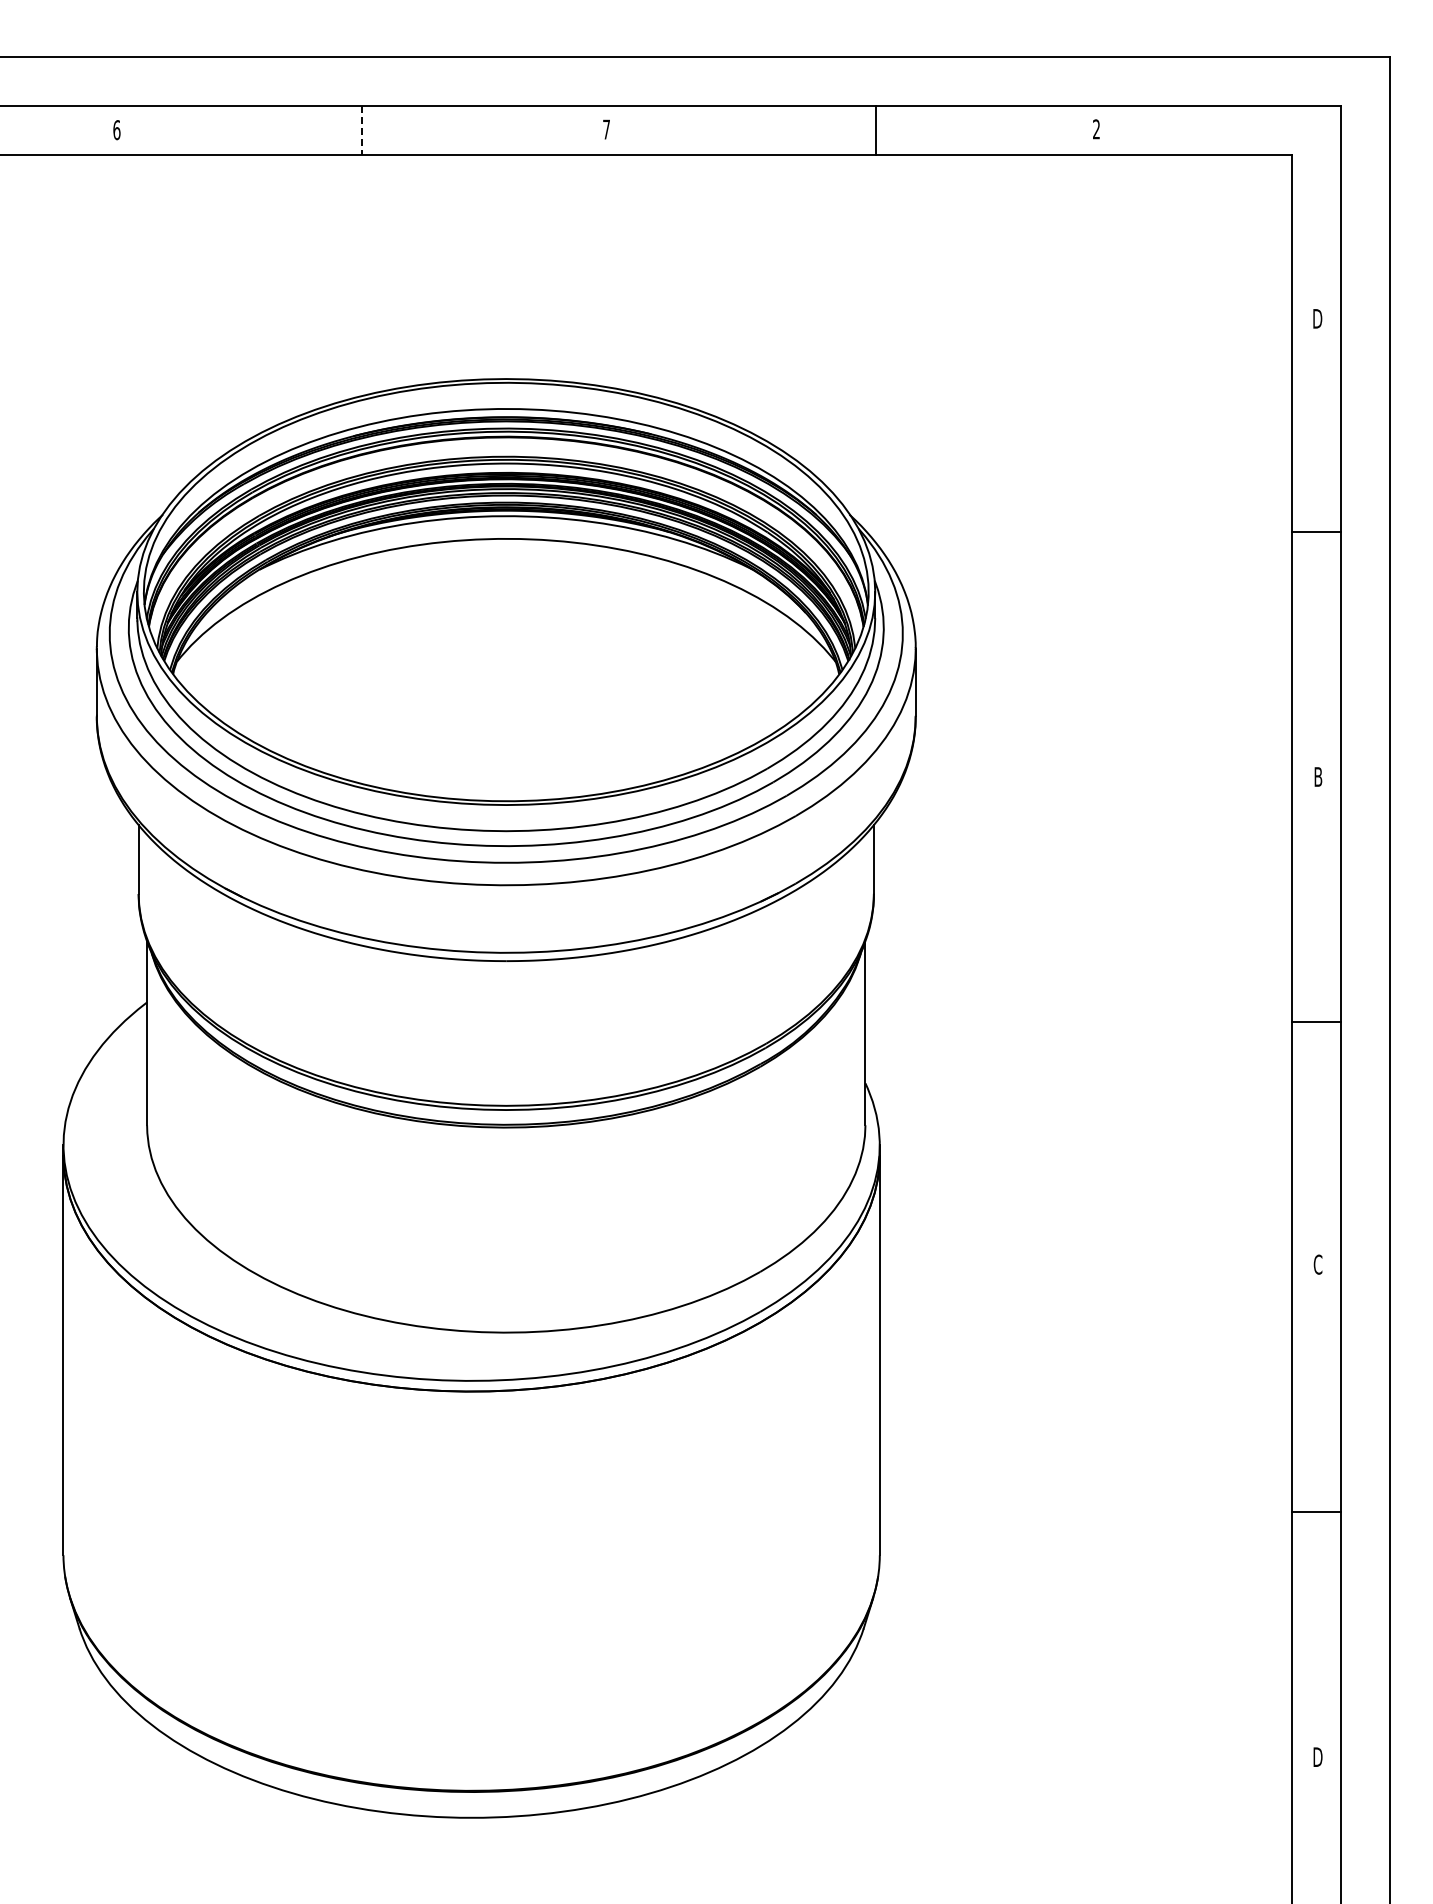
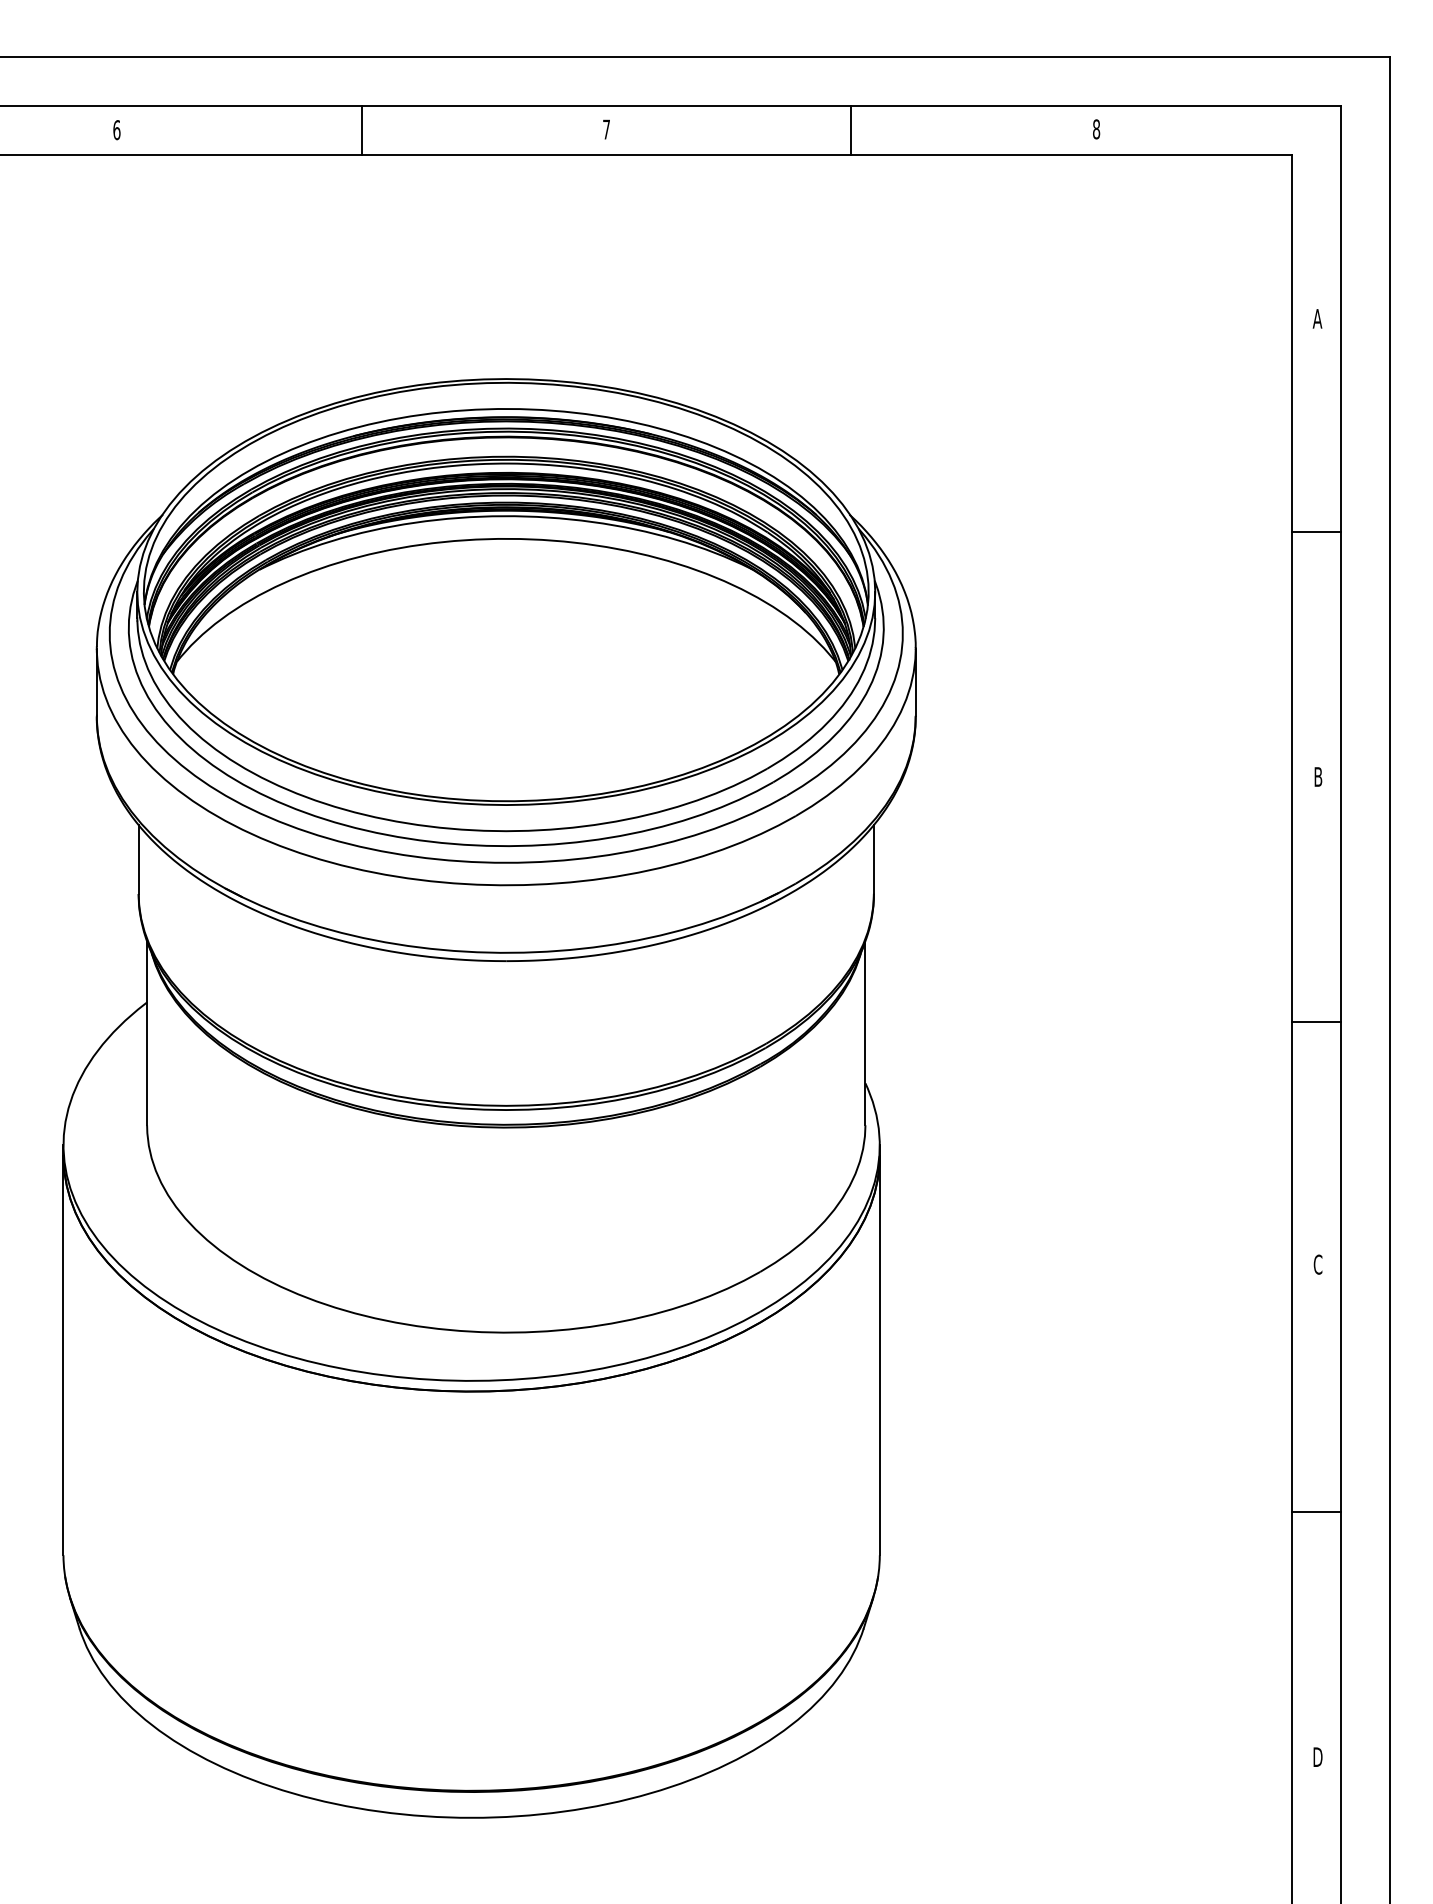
text at (1096, 129): 2 -> 8
line at (876, 130) position: (876, 130) -> (851, 130)
line at (361, 131): dashed -> solid
text at (1317, 318): D -> A
